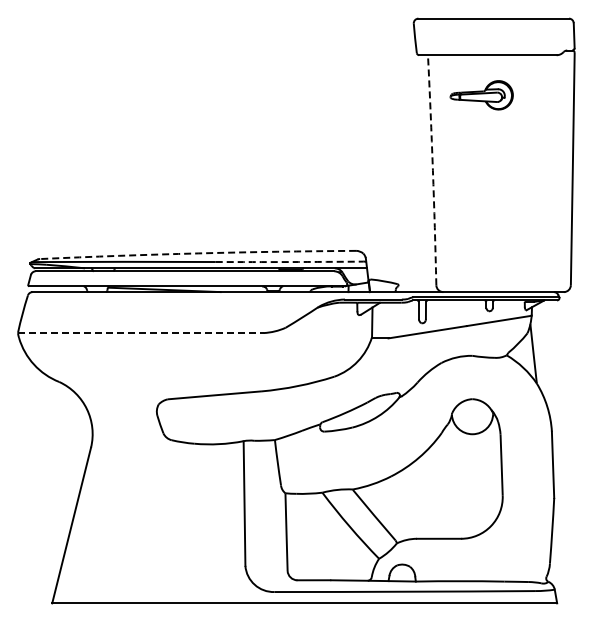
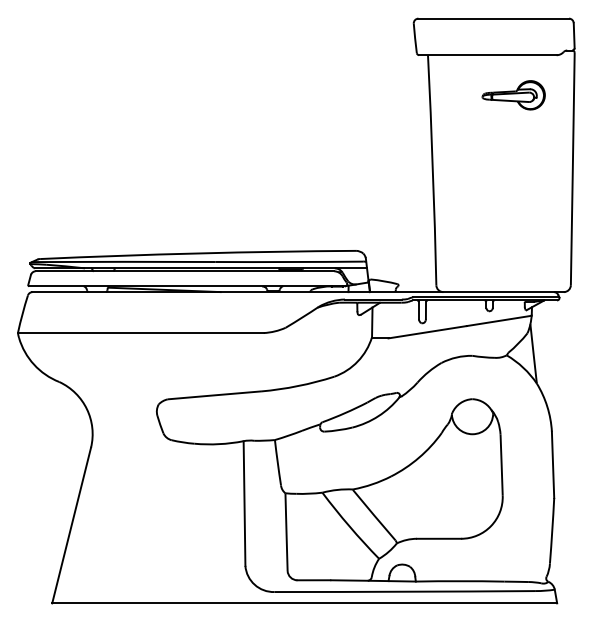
part at (481, 95) position: (481, 95) -> (513, 95)
arc at (432, 170): dashed -> solid
arc at (198, 253): dashed -> solid
arc at (289, 262): dashed -> solid
line at (140, 333): dashed -> solid
